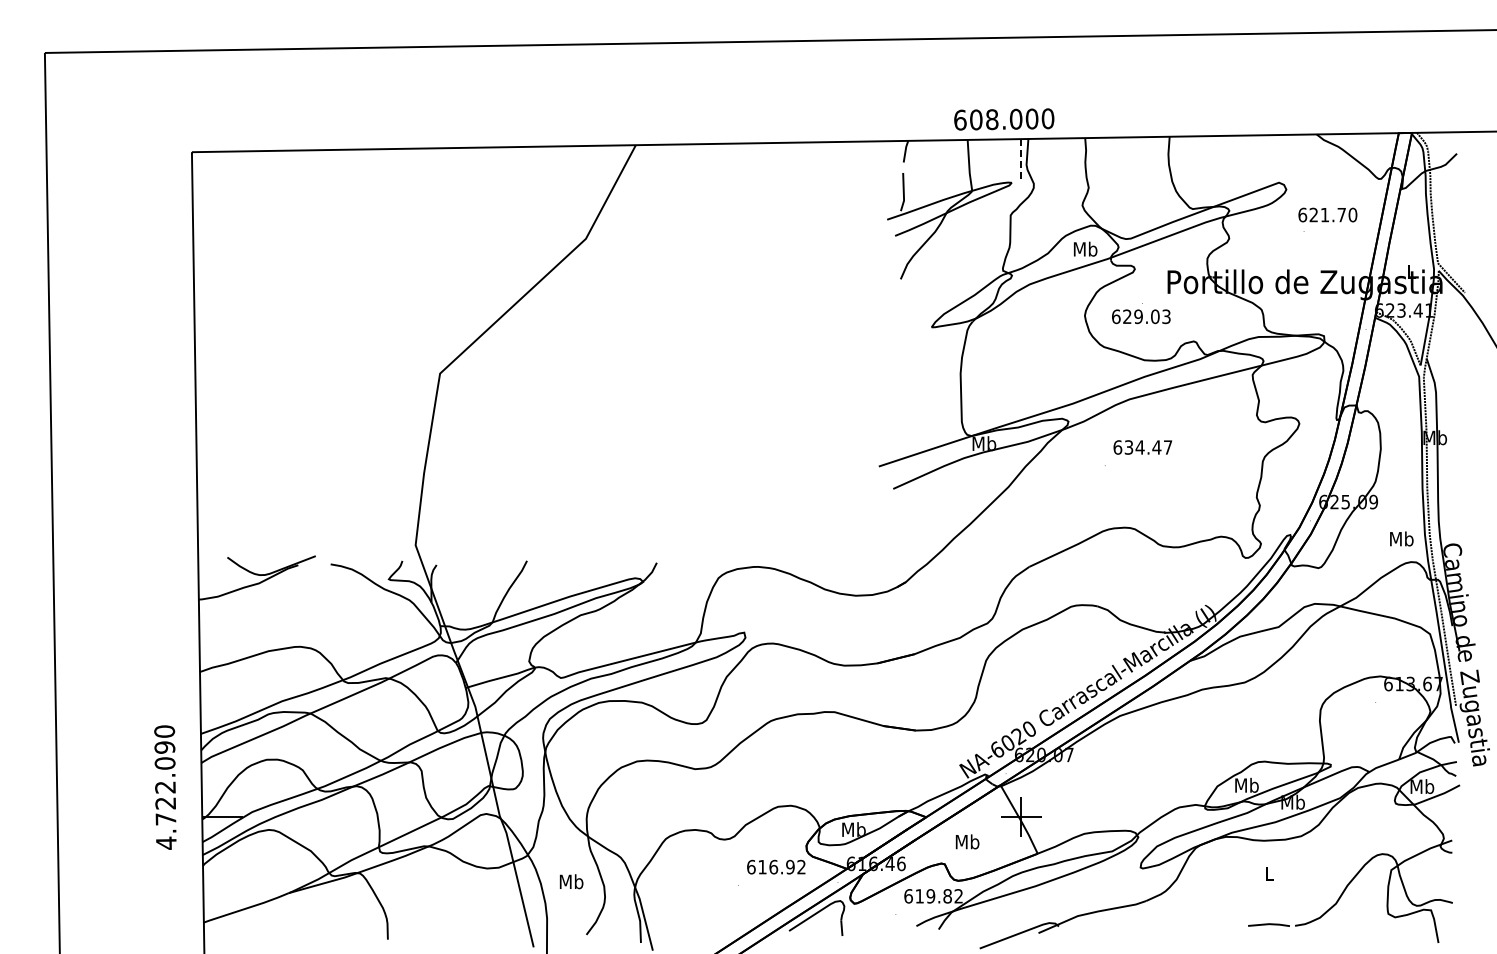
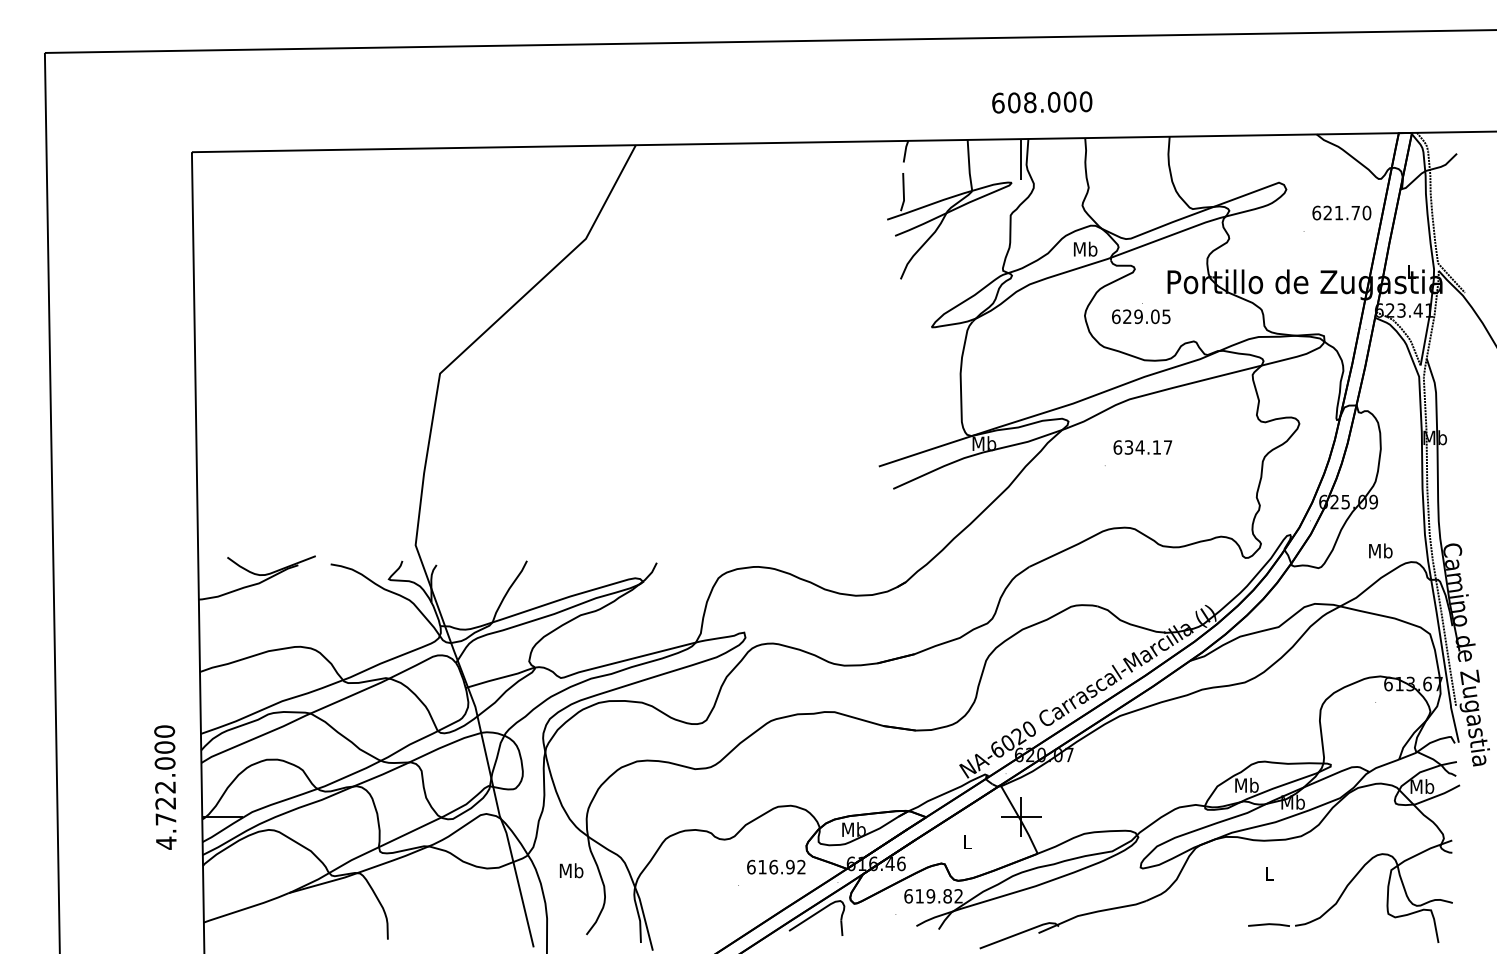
text at (1004, 119) position: (1004, 119) -> (1042, 102)
line at (1021, 159): dashed -> solid
text at (1327, 214) position: (1327, 214) -> (1341, 212)
text at (1166, 316): 629.03 -> 629.05
text at (1156, 447): 634.47 -> 634.17
text at (1401, 538) position: (1401, 538) -> (1380, 550)
text at (164, 747): 4.722.090 -> 4.722.000
text at (967, 841): Mb -> L
text at (571, 881) position: (571, 881) -> (571, 870)
